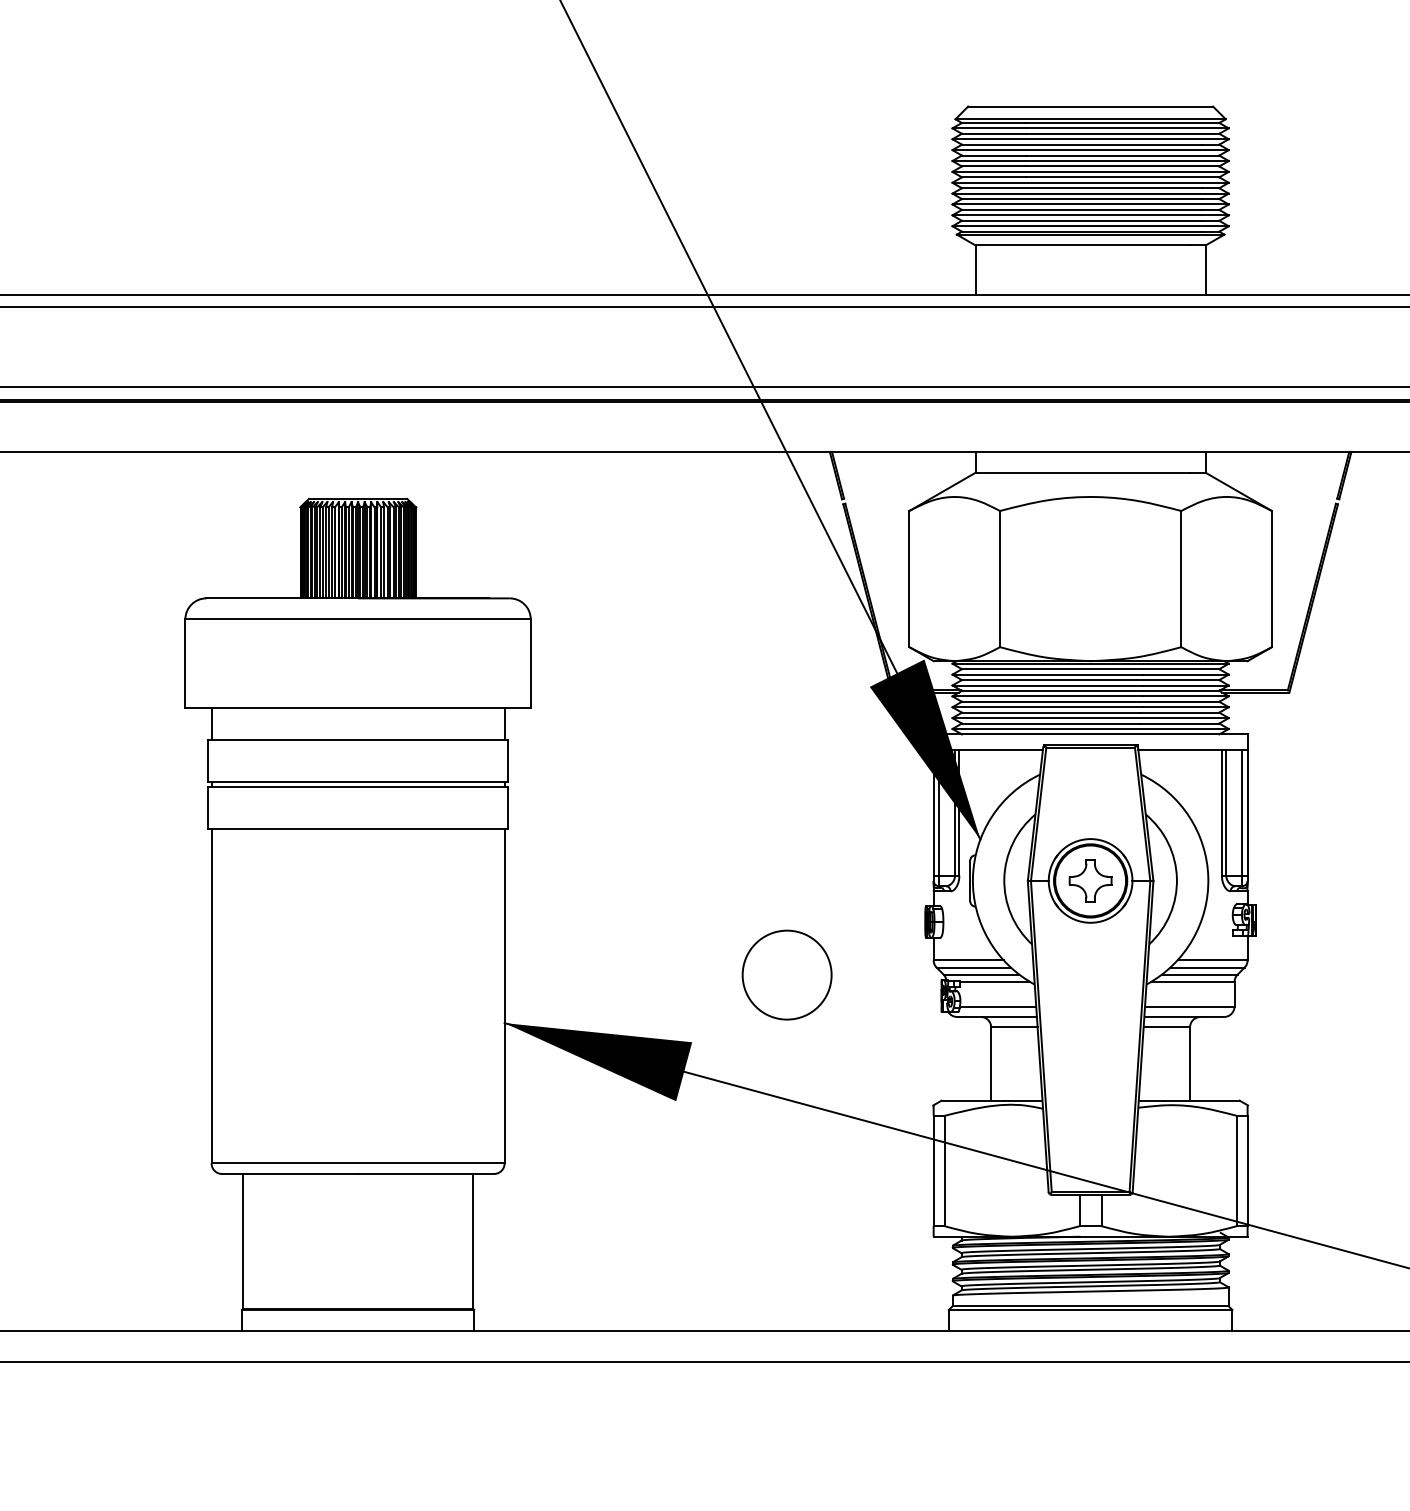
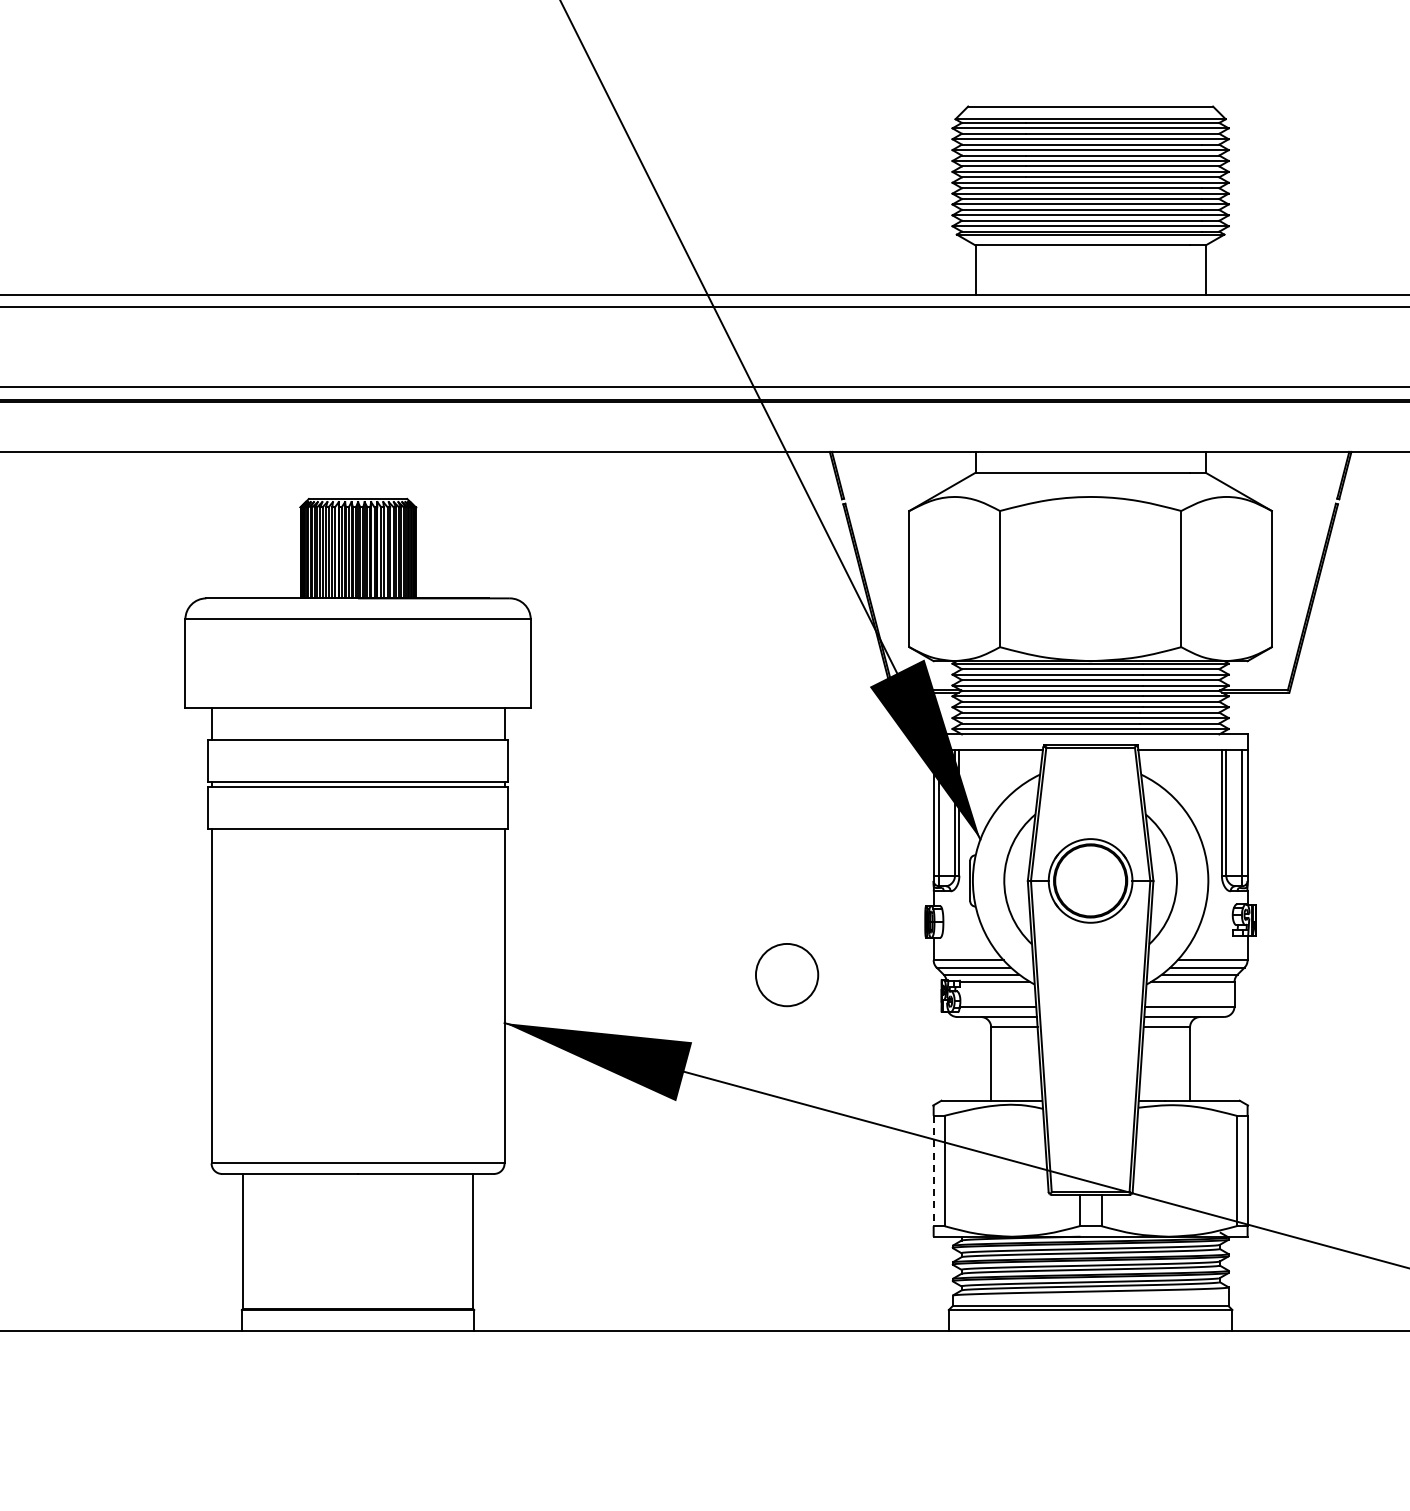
part at (1090, 880): present -> none
circle at (786, 974) size: 92x92 px -> 65x65 px
line at (933, 1171): solid -> dashed
line at (704, 1362): present -> none
